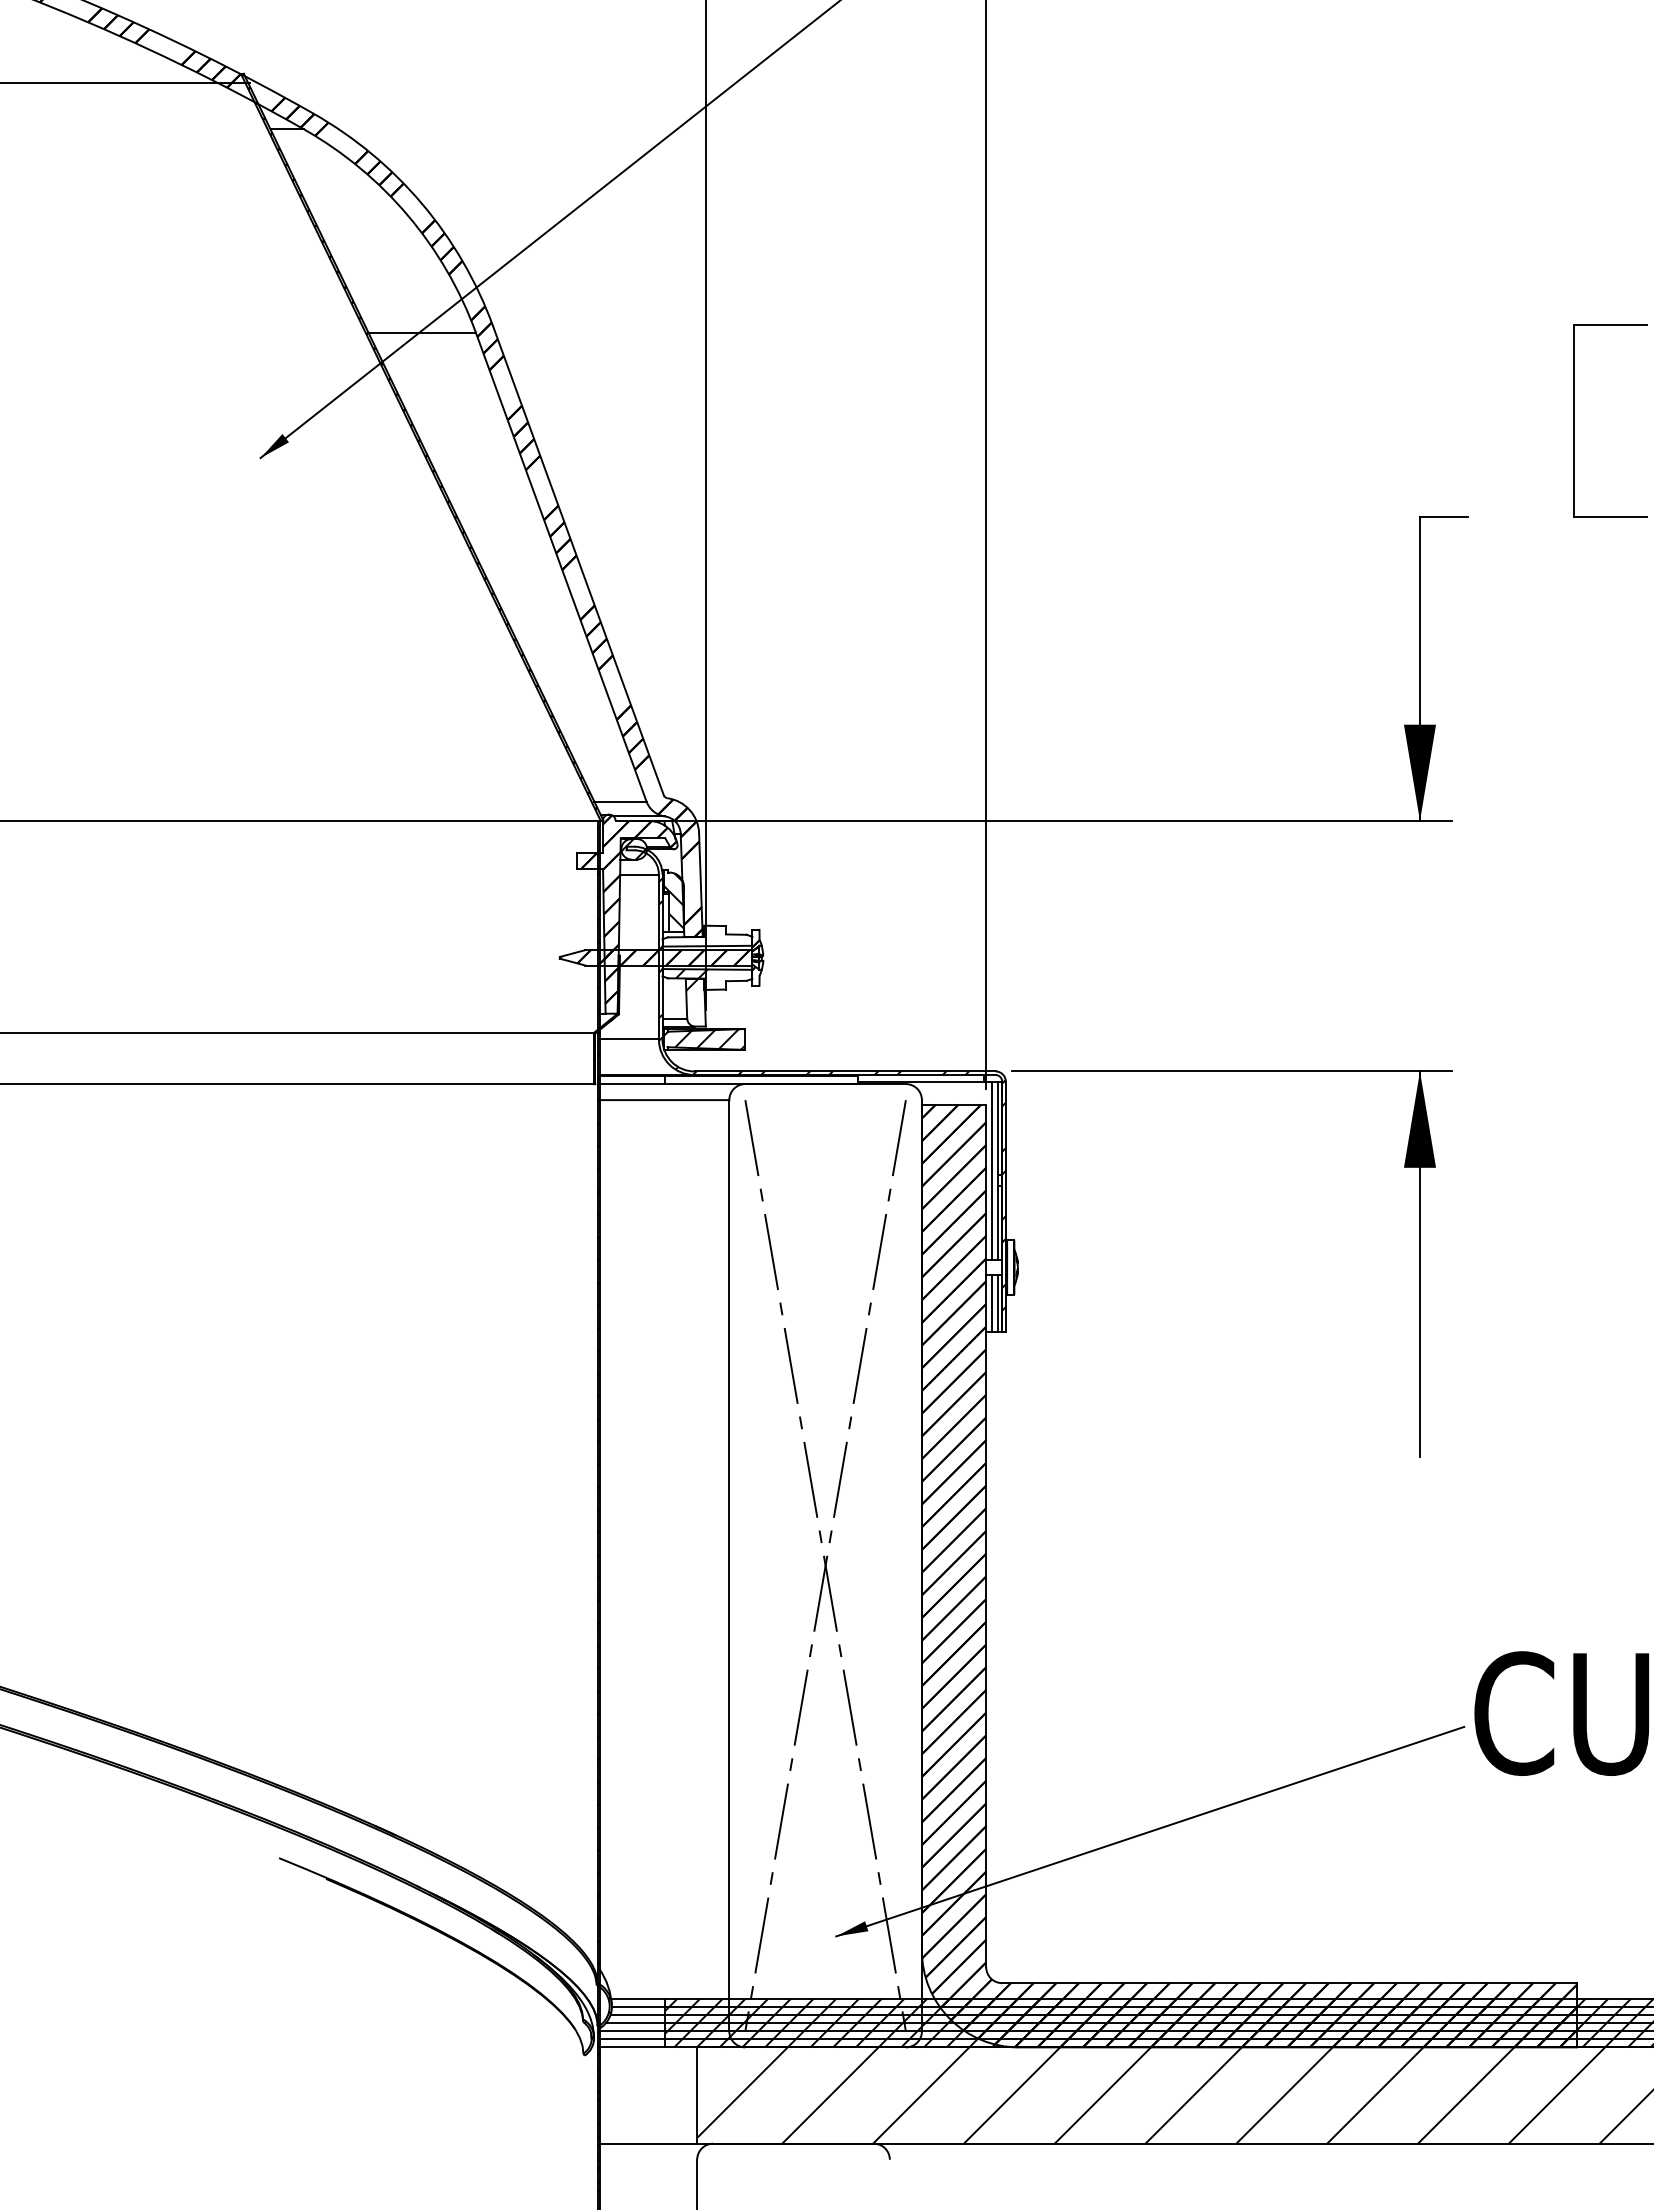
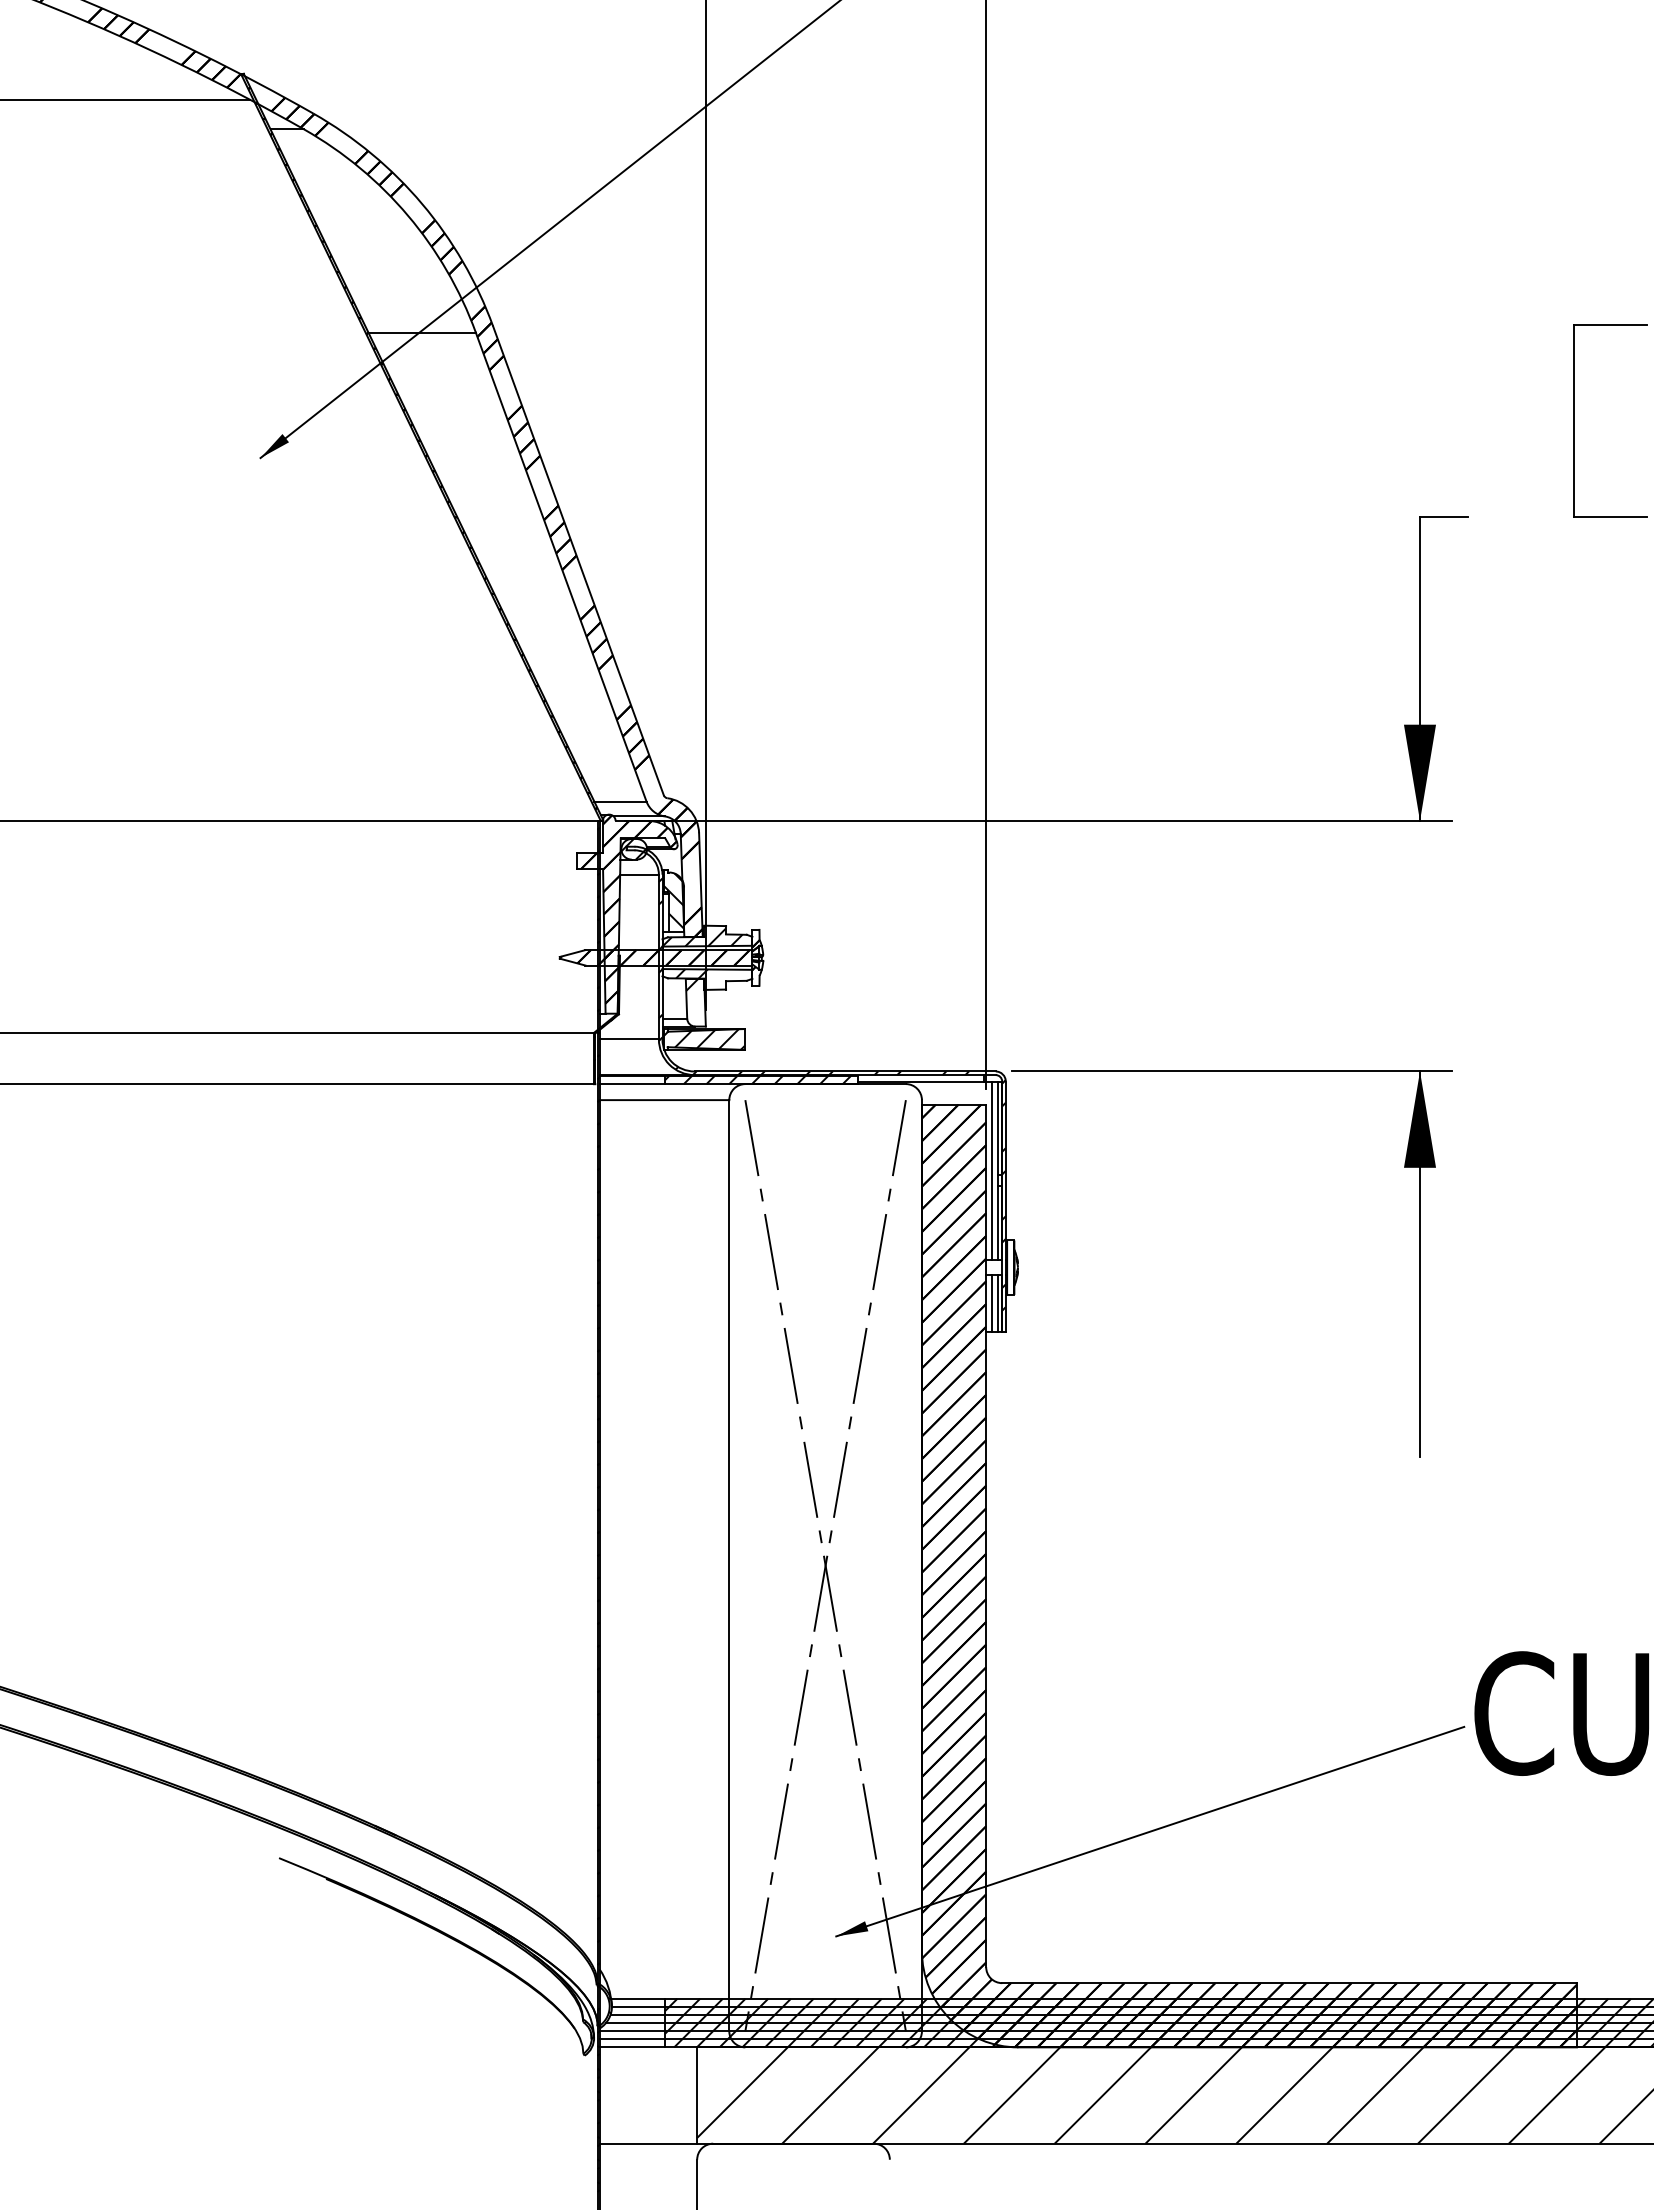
line at (126, 82) position: (126, 82) -> (126, 99)
hatch at (702, 935): none -> present
hatch at (757, 1079): none -> present
